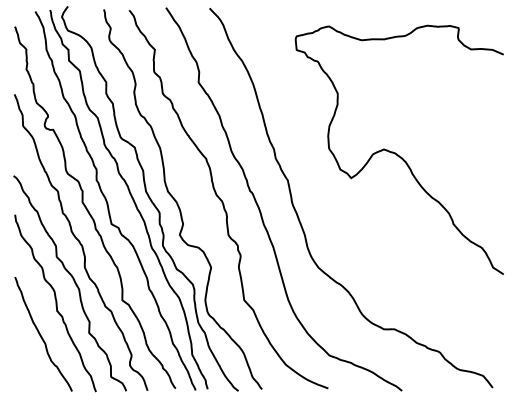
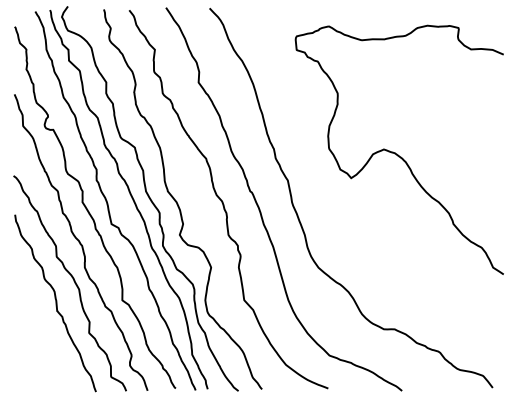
curve at (41, 335): present -> none
